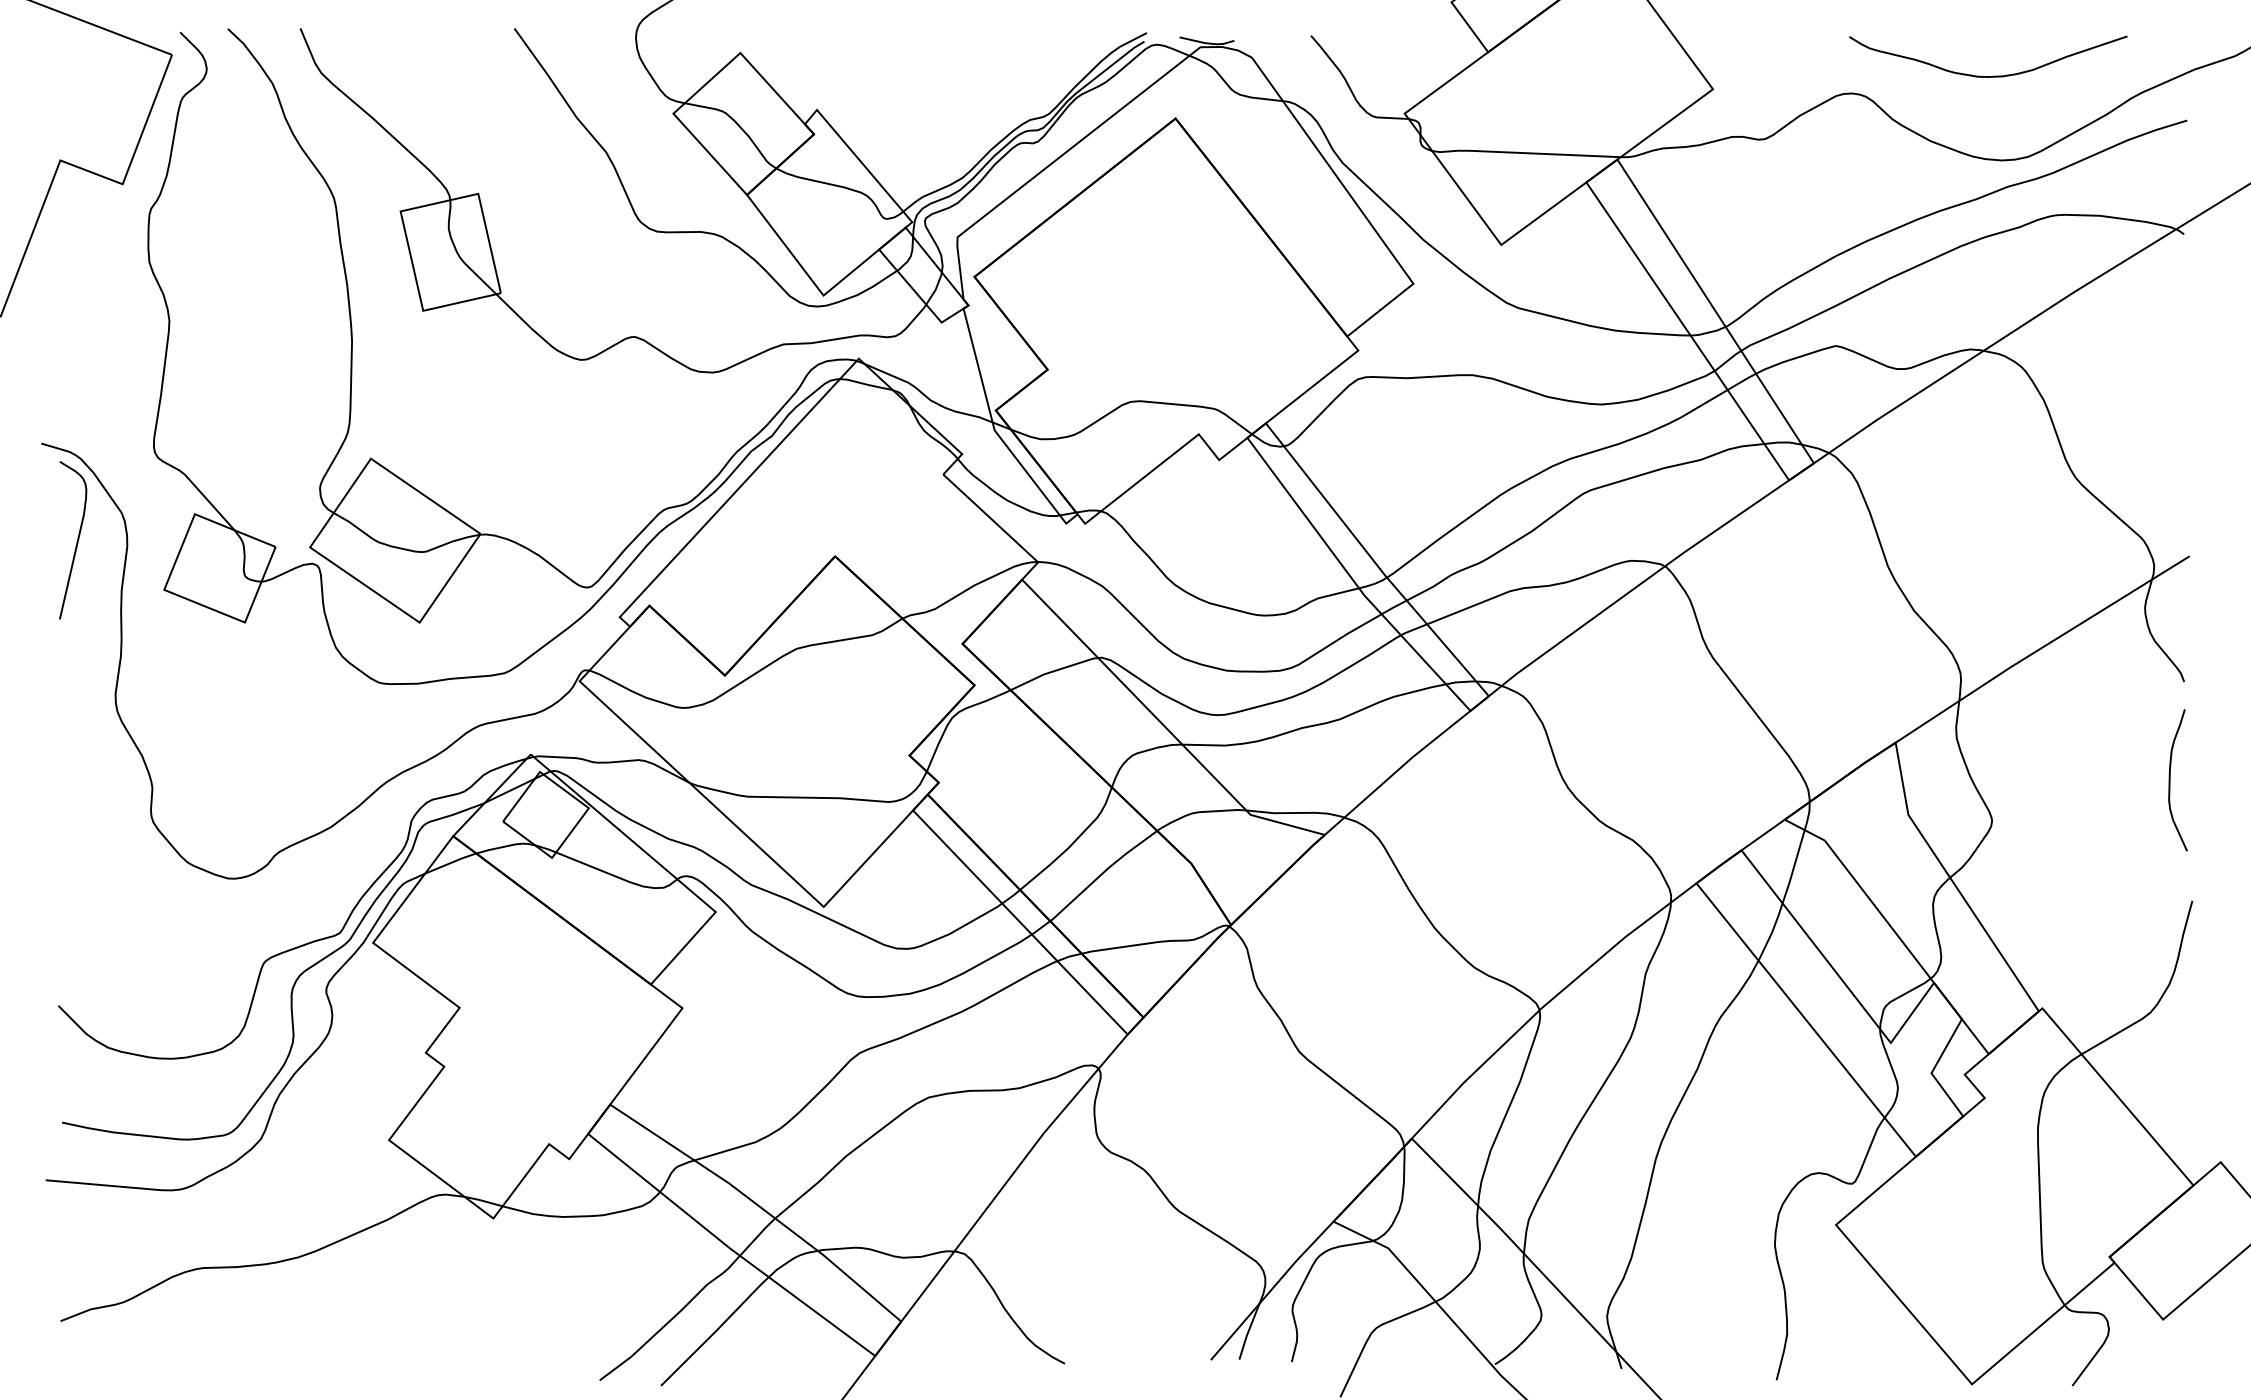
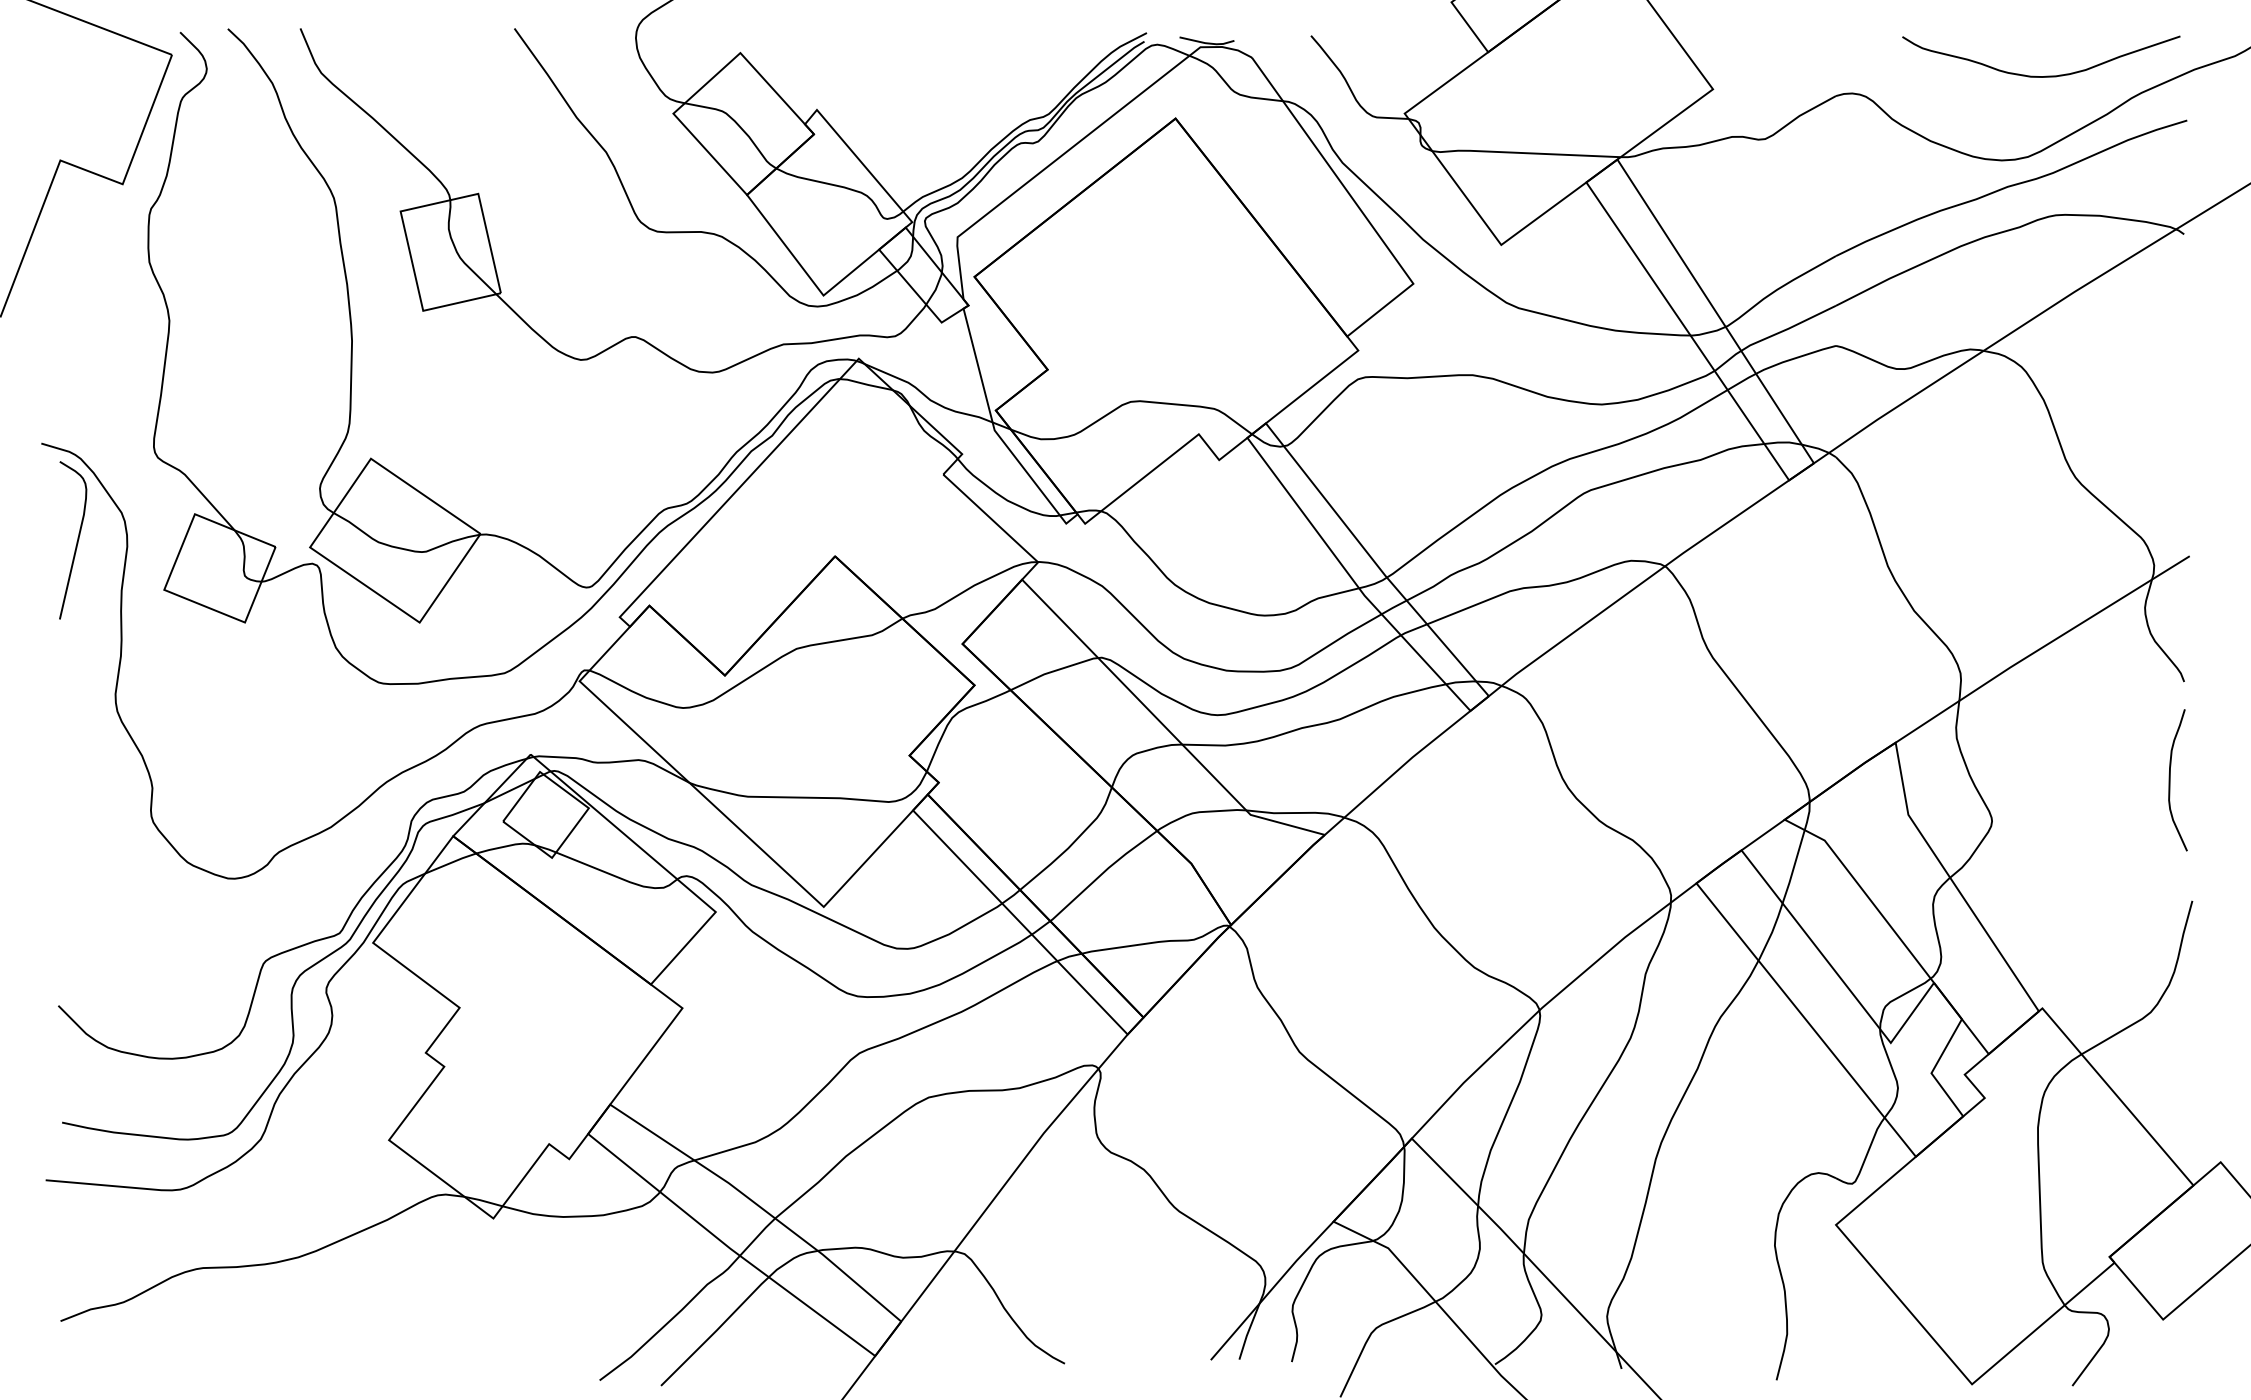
curve at (1993, 75) position: (1993, 75) -> (2046, 75)
